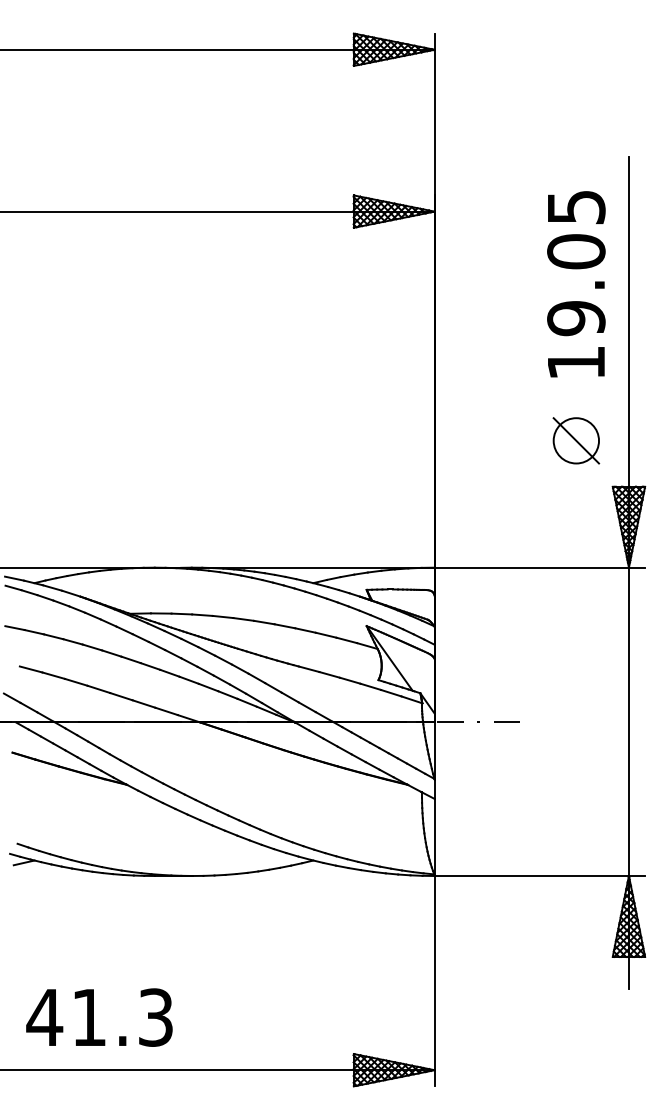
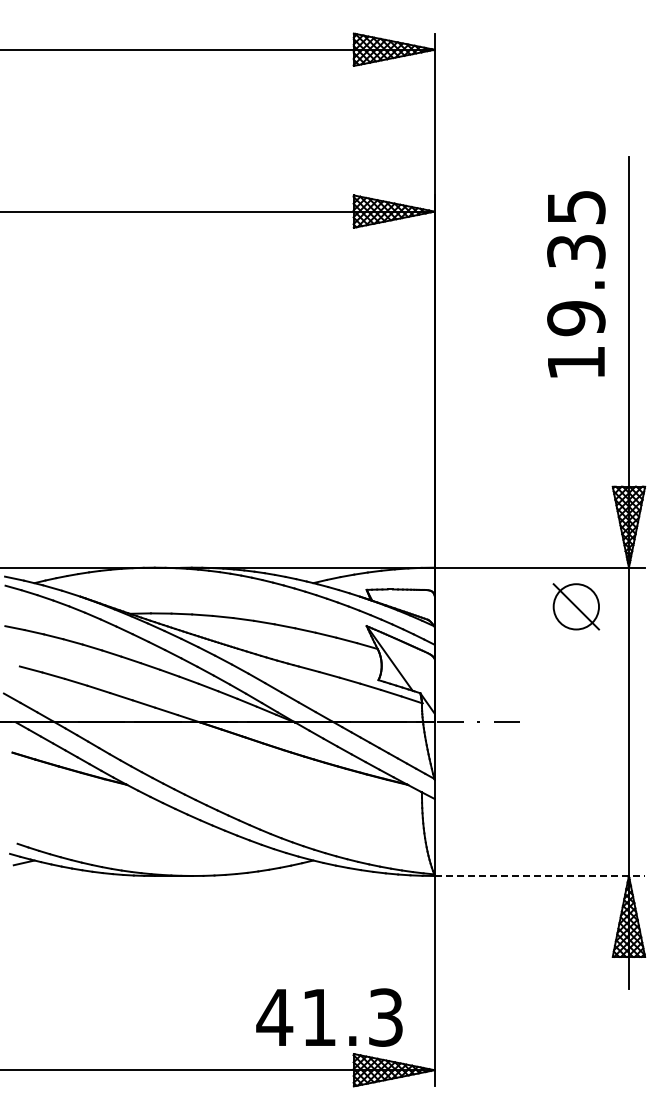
text at (576, 251): 19.05 -> 19.35
part at (576, 440) position: (576, 440) -> (576, 606)
line at (540, 876): solid -> dashed
text at (99, 1017) position: (99, 1017) -> (329, 1017)
